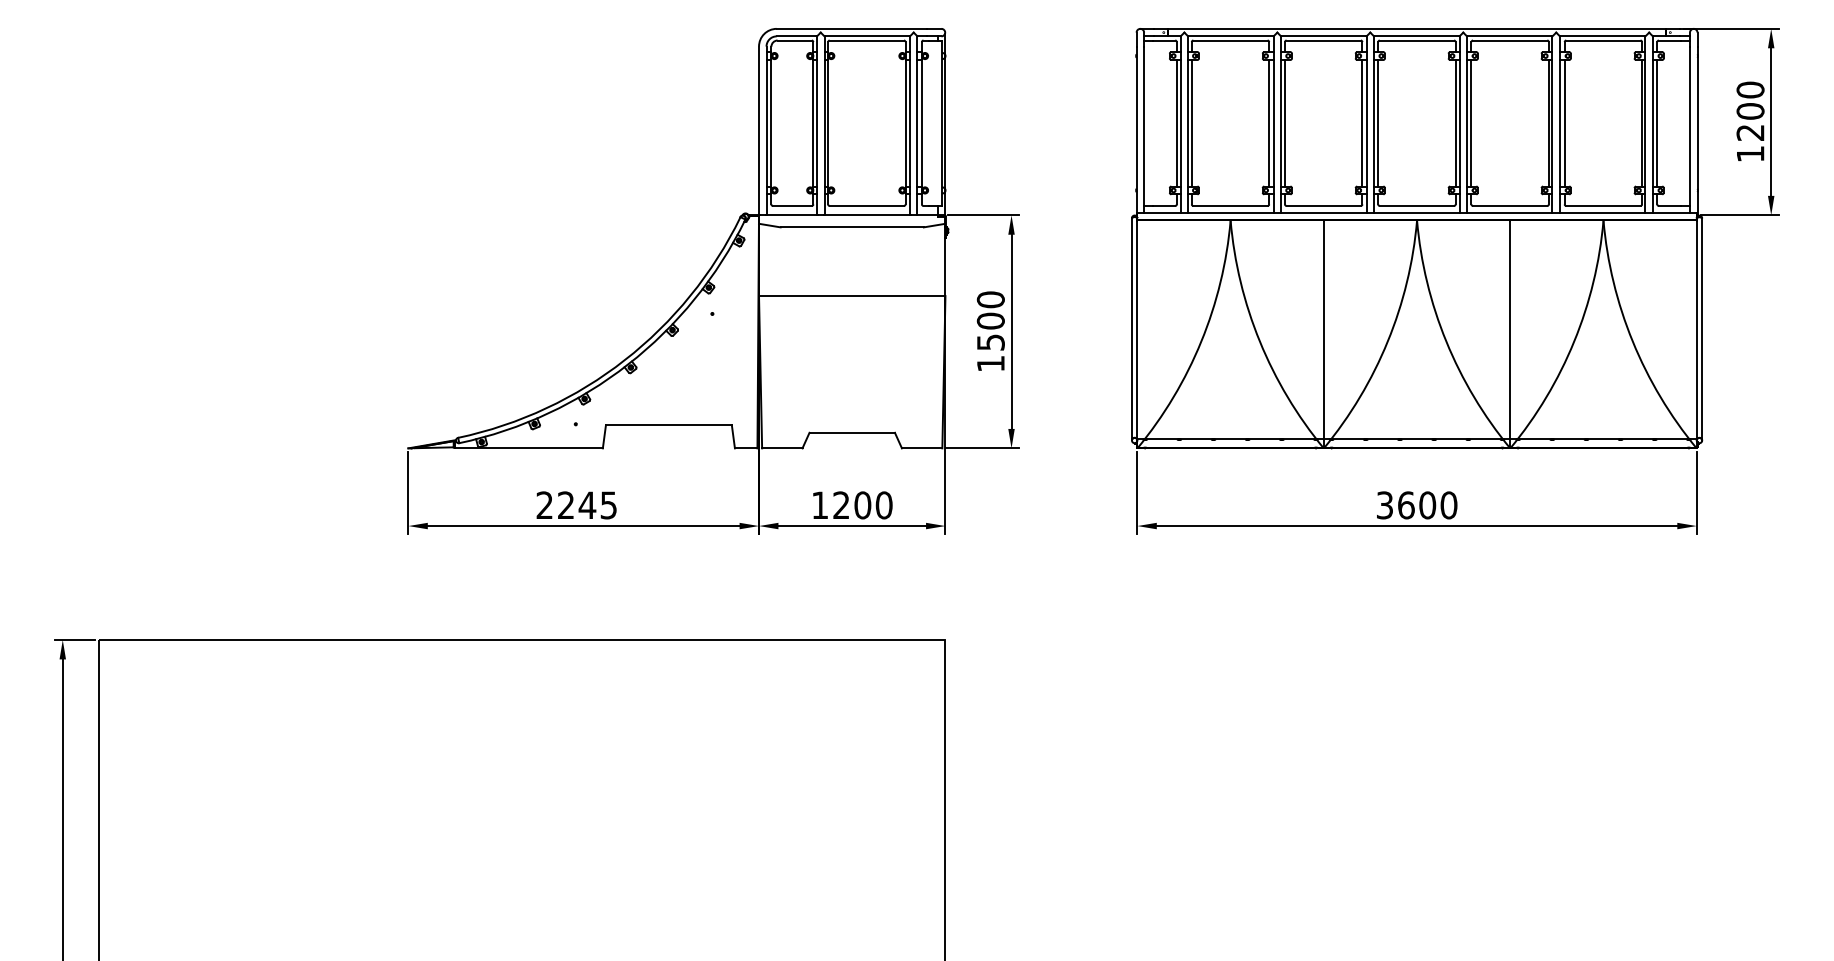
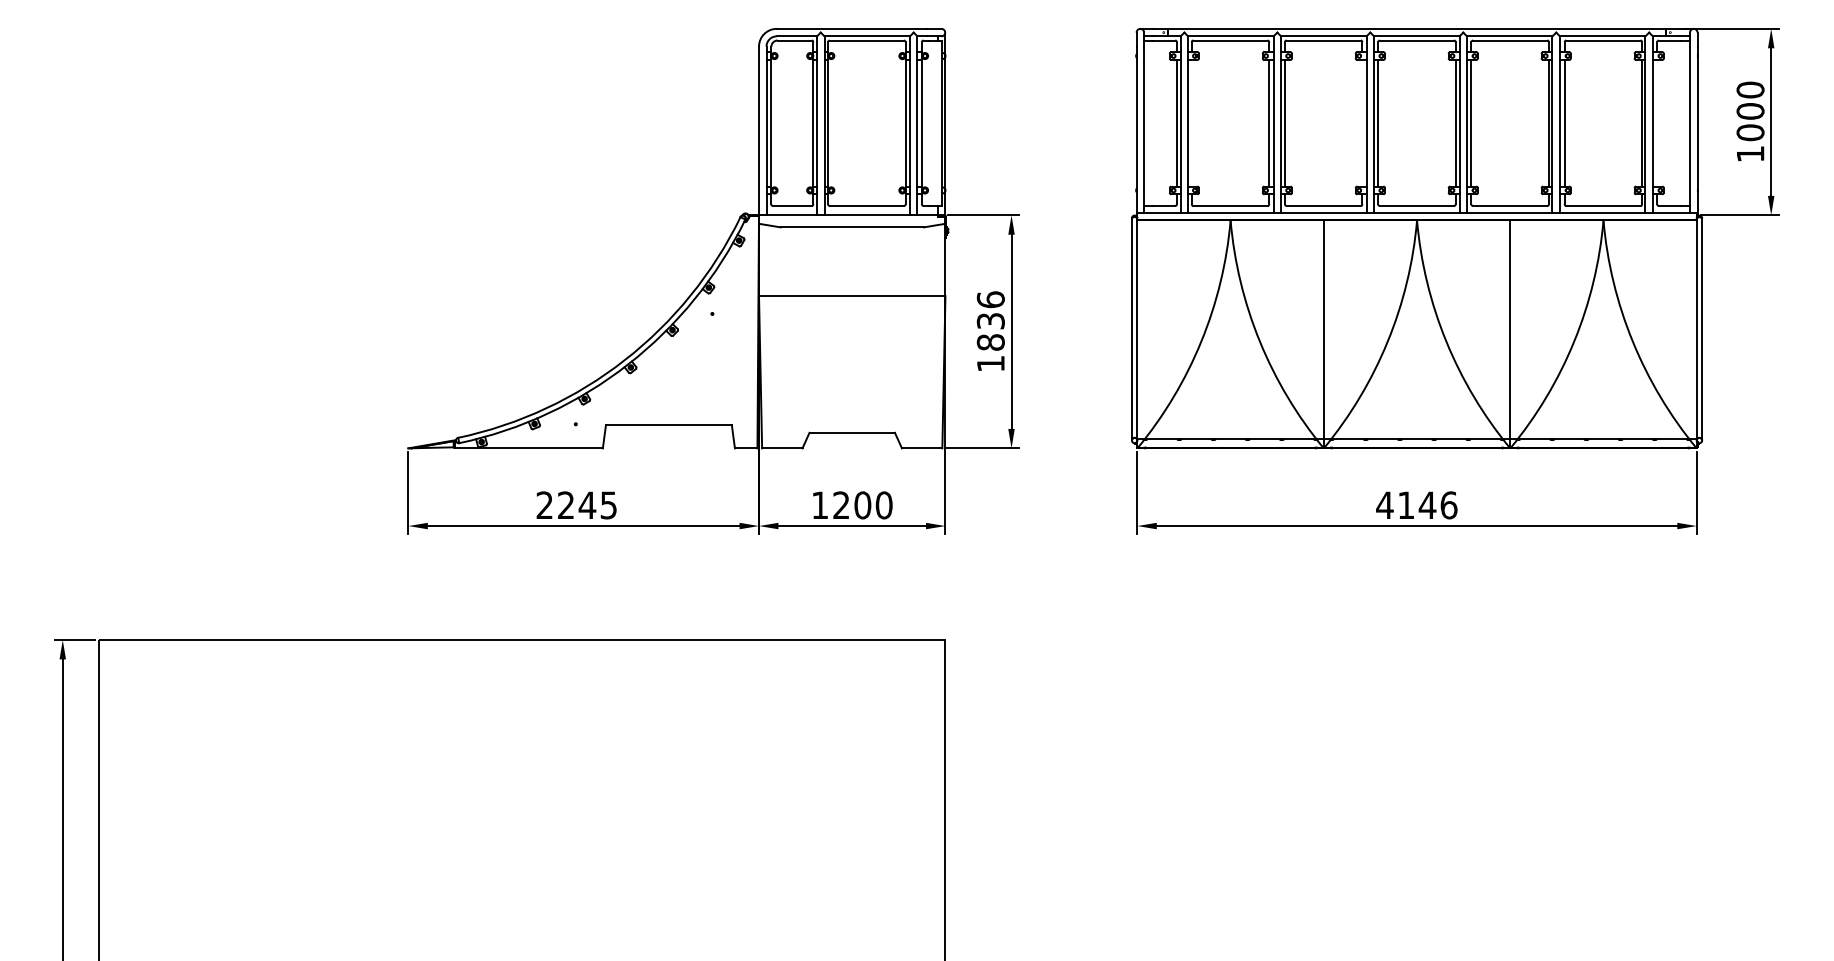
line at (1191, 122): present -> none
line at (1362, 122): present -> none
line at (1657, 122): present -> none
text at (1750, 132): 1200 -> 1000
text at (990, 320): 1500 -> 1836
text at (1416, 505): 3600 -> 4146
